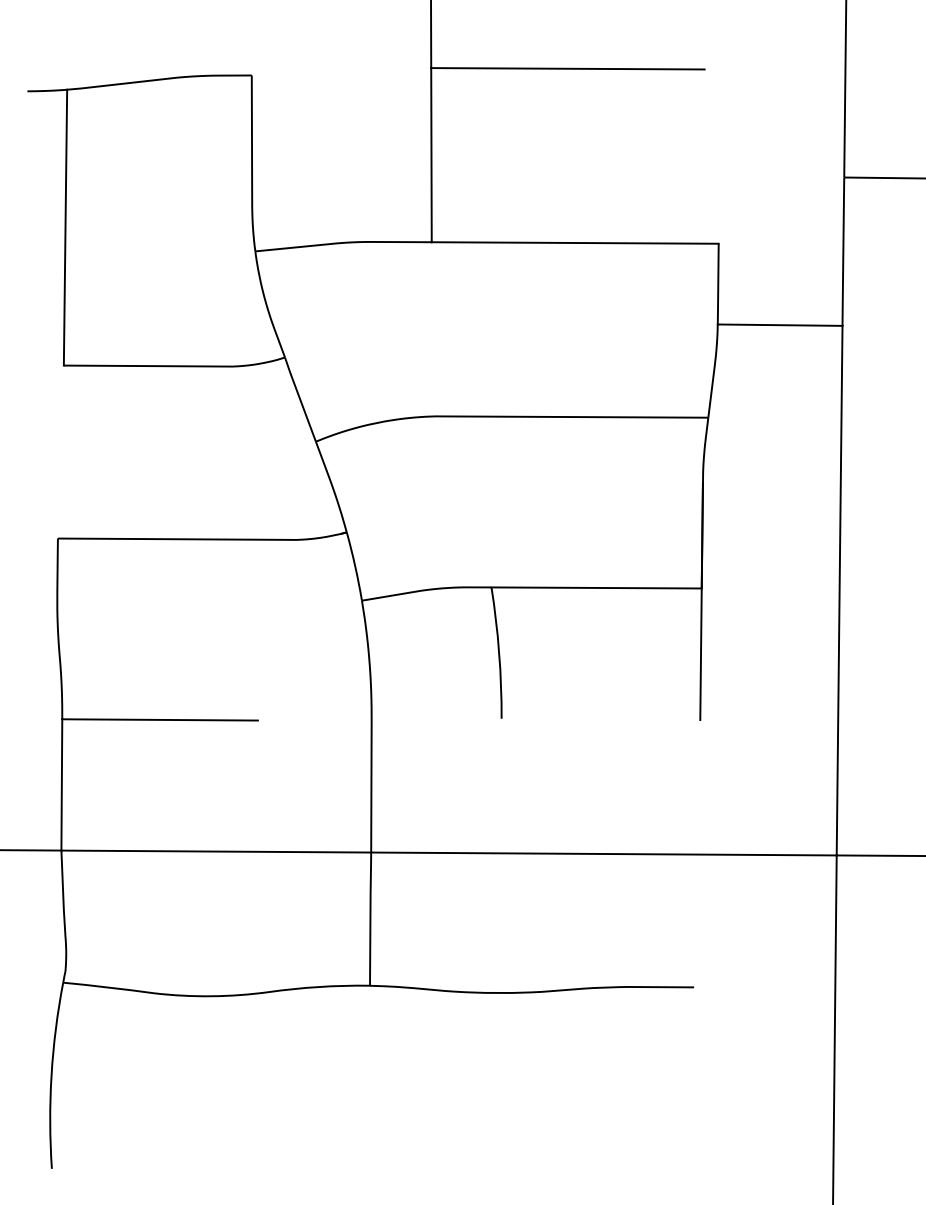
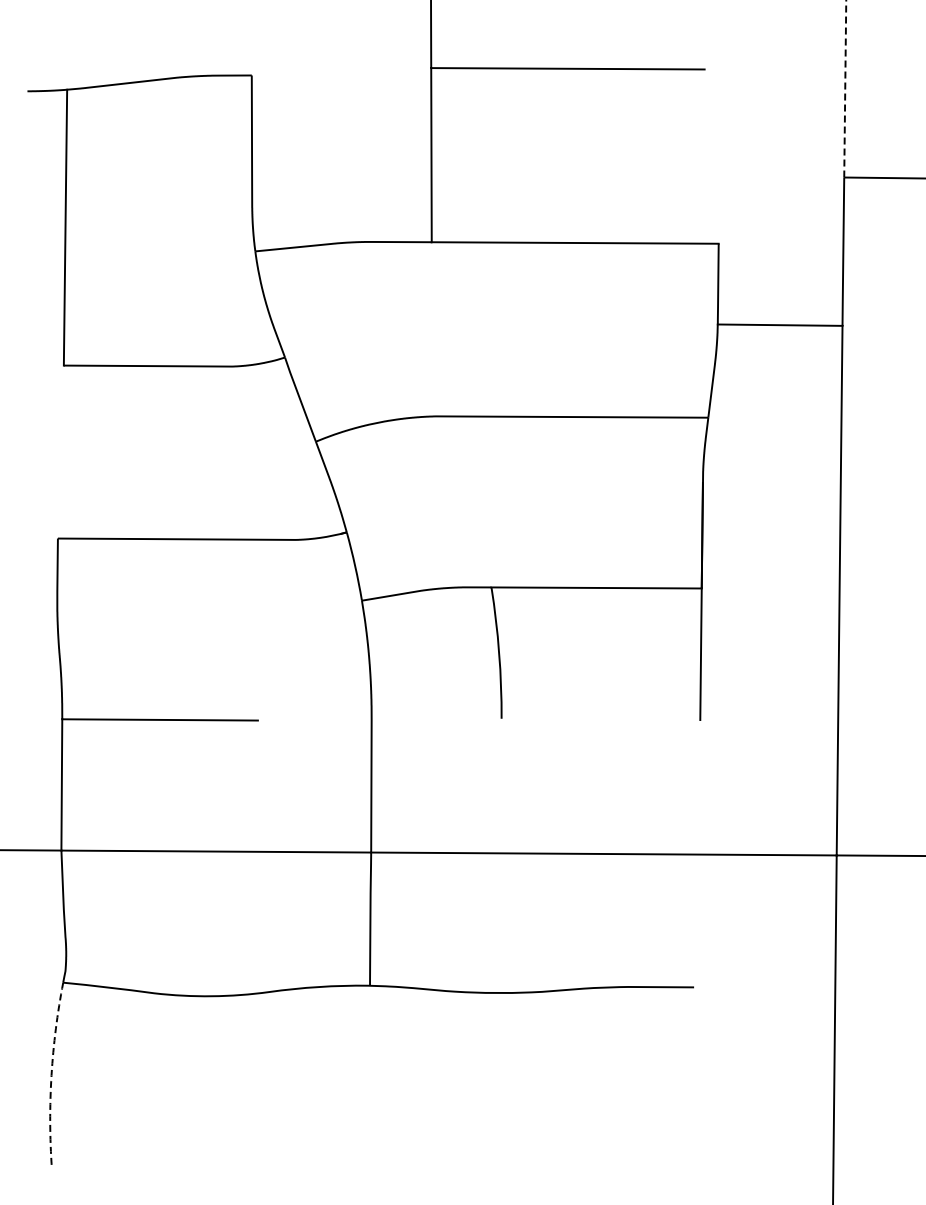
line at (845, 88): solid -> dashed
arc at (51, 1075): solid -> dashed
